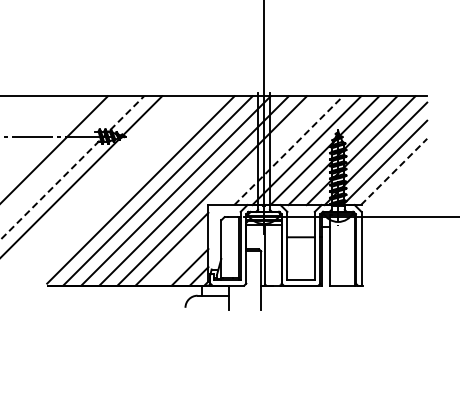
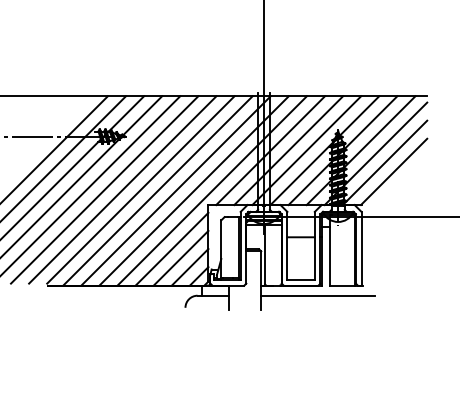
line at (270, 150): none -> present
line at (288, 150): dashed -> solid
line at (64, 157): none -> present
line at (72, 167): dashed -> solid
line at (394, 171): dashed -> solid
line at (91, 185): none -> present
line at (104, 189): none -> present
line at (122, 189): none -> present
line at (180, 257): none -> present
line at (317, 295): none -> present
